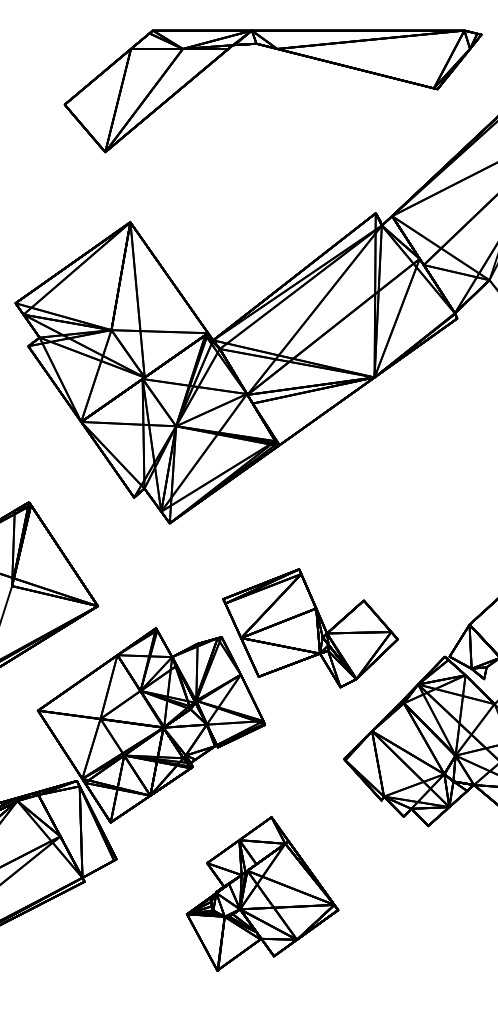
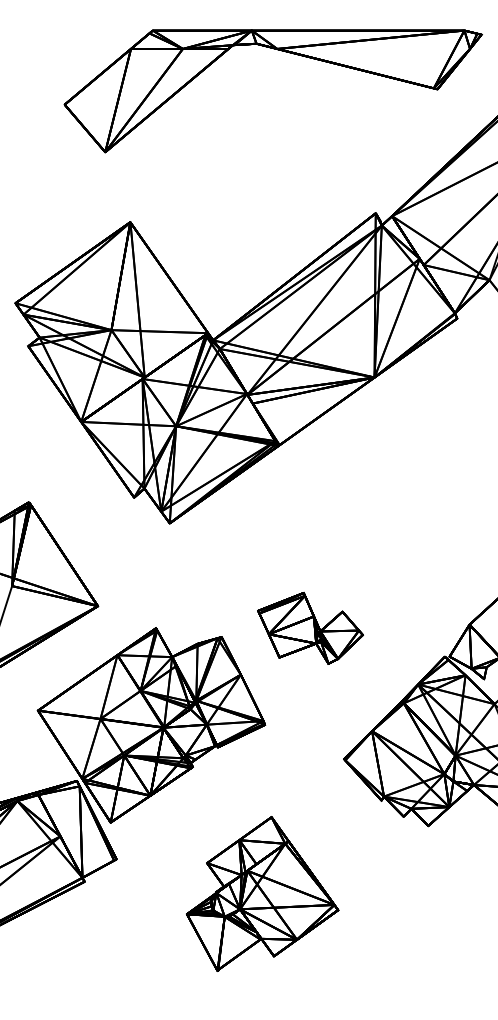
part at (310, 628) size: 177x121 px -> 107x74 px
